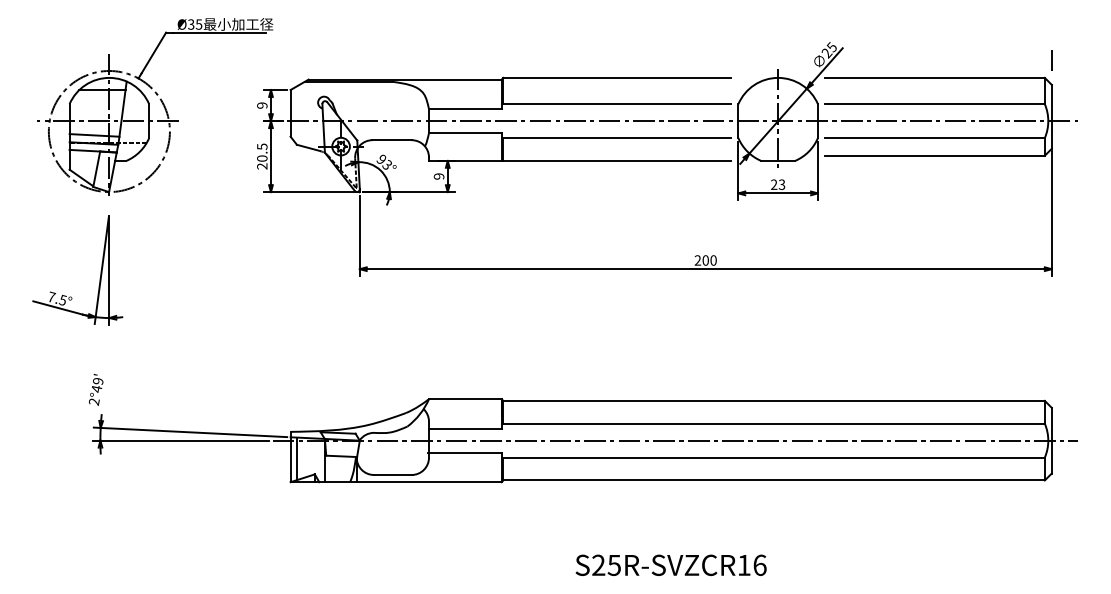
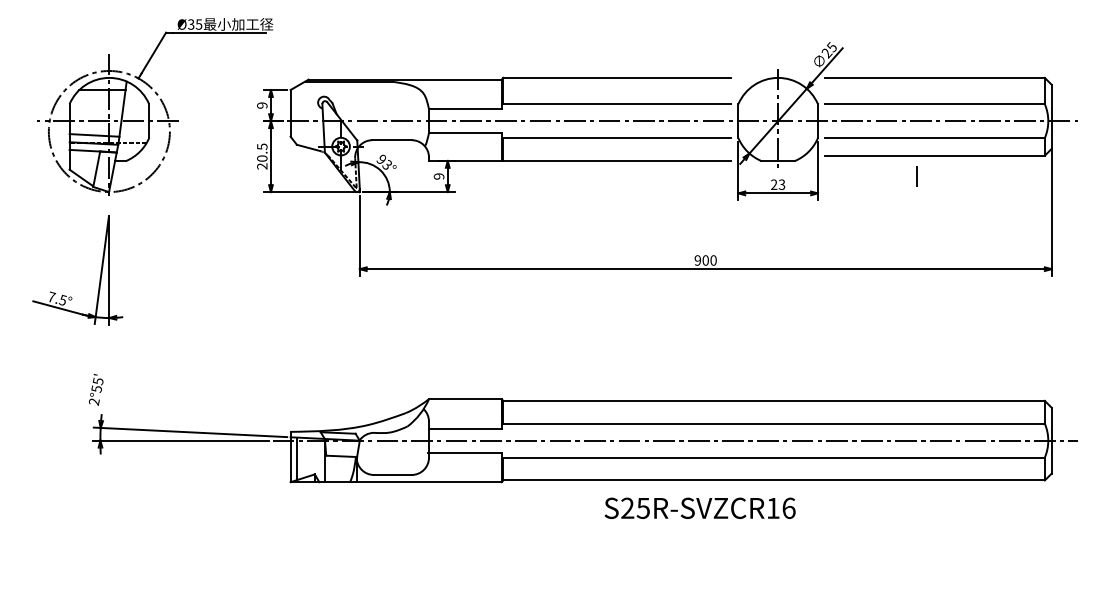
line at (1051, 60) position: (1051, 60) -> (916, 176)
text at (697, 260): 200 -> 900
text at (97, 384): 2°49' -> 2°55'
text at (670, 564) position: (670, 564) -> (699, 507)
